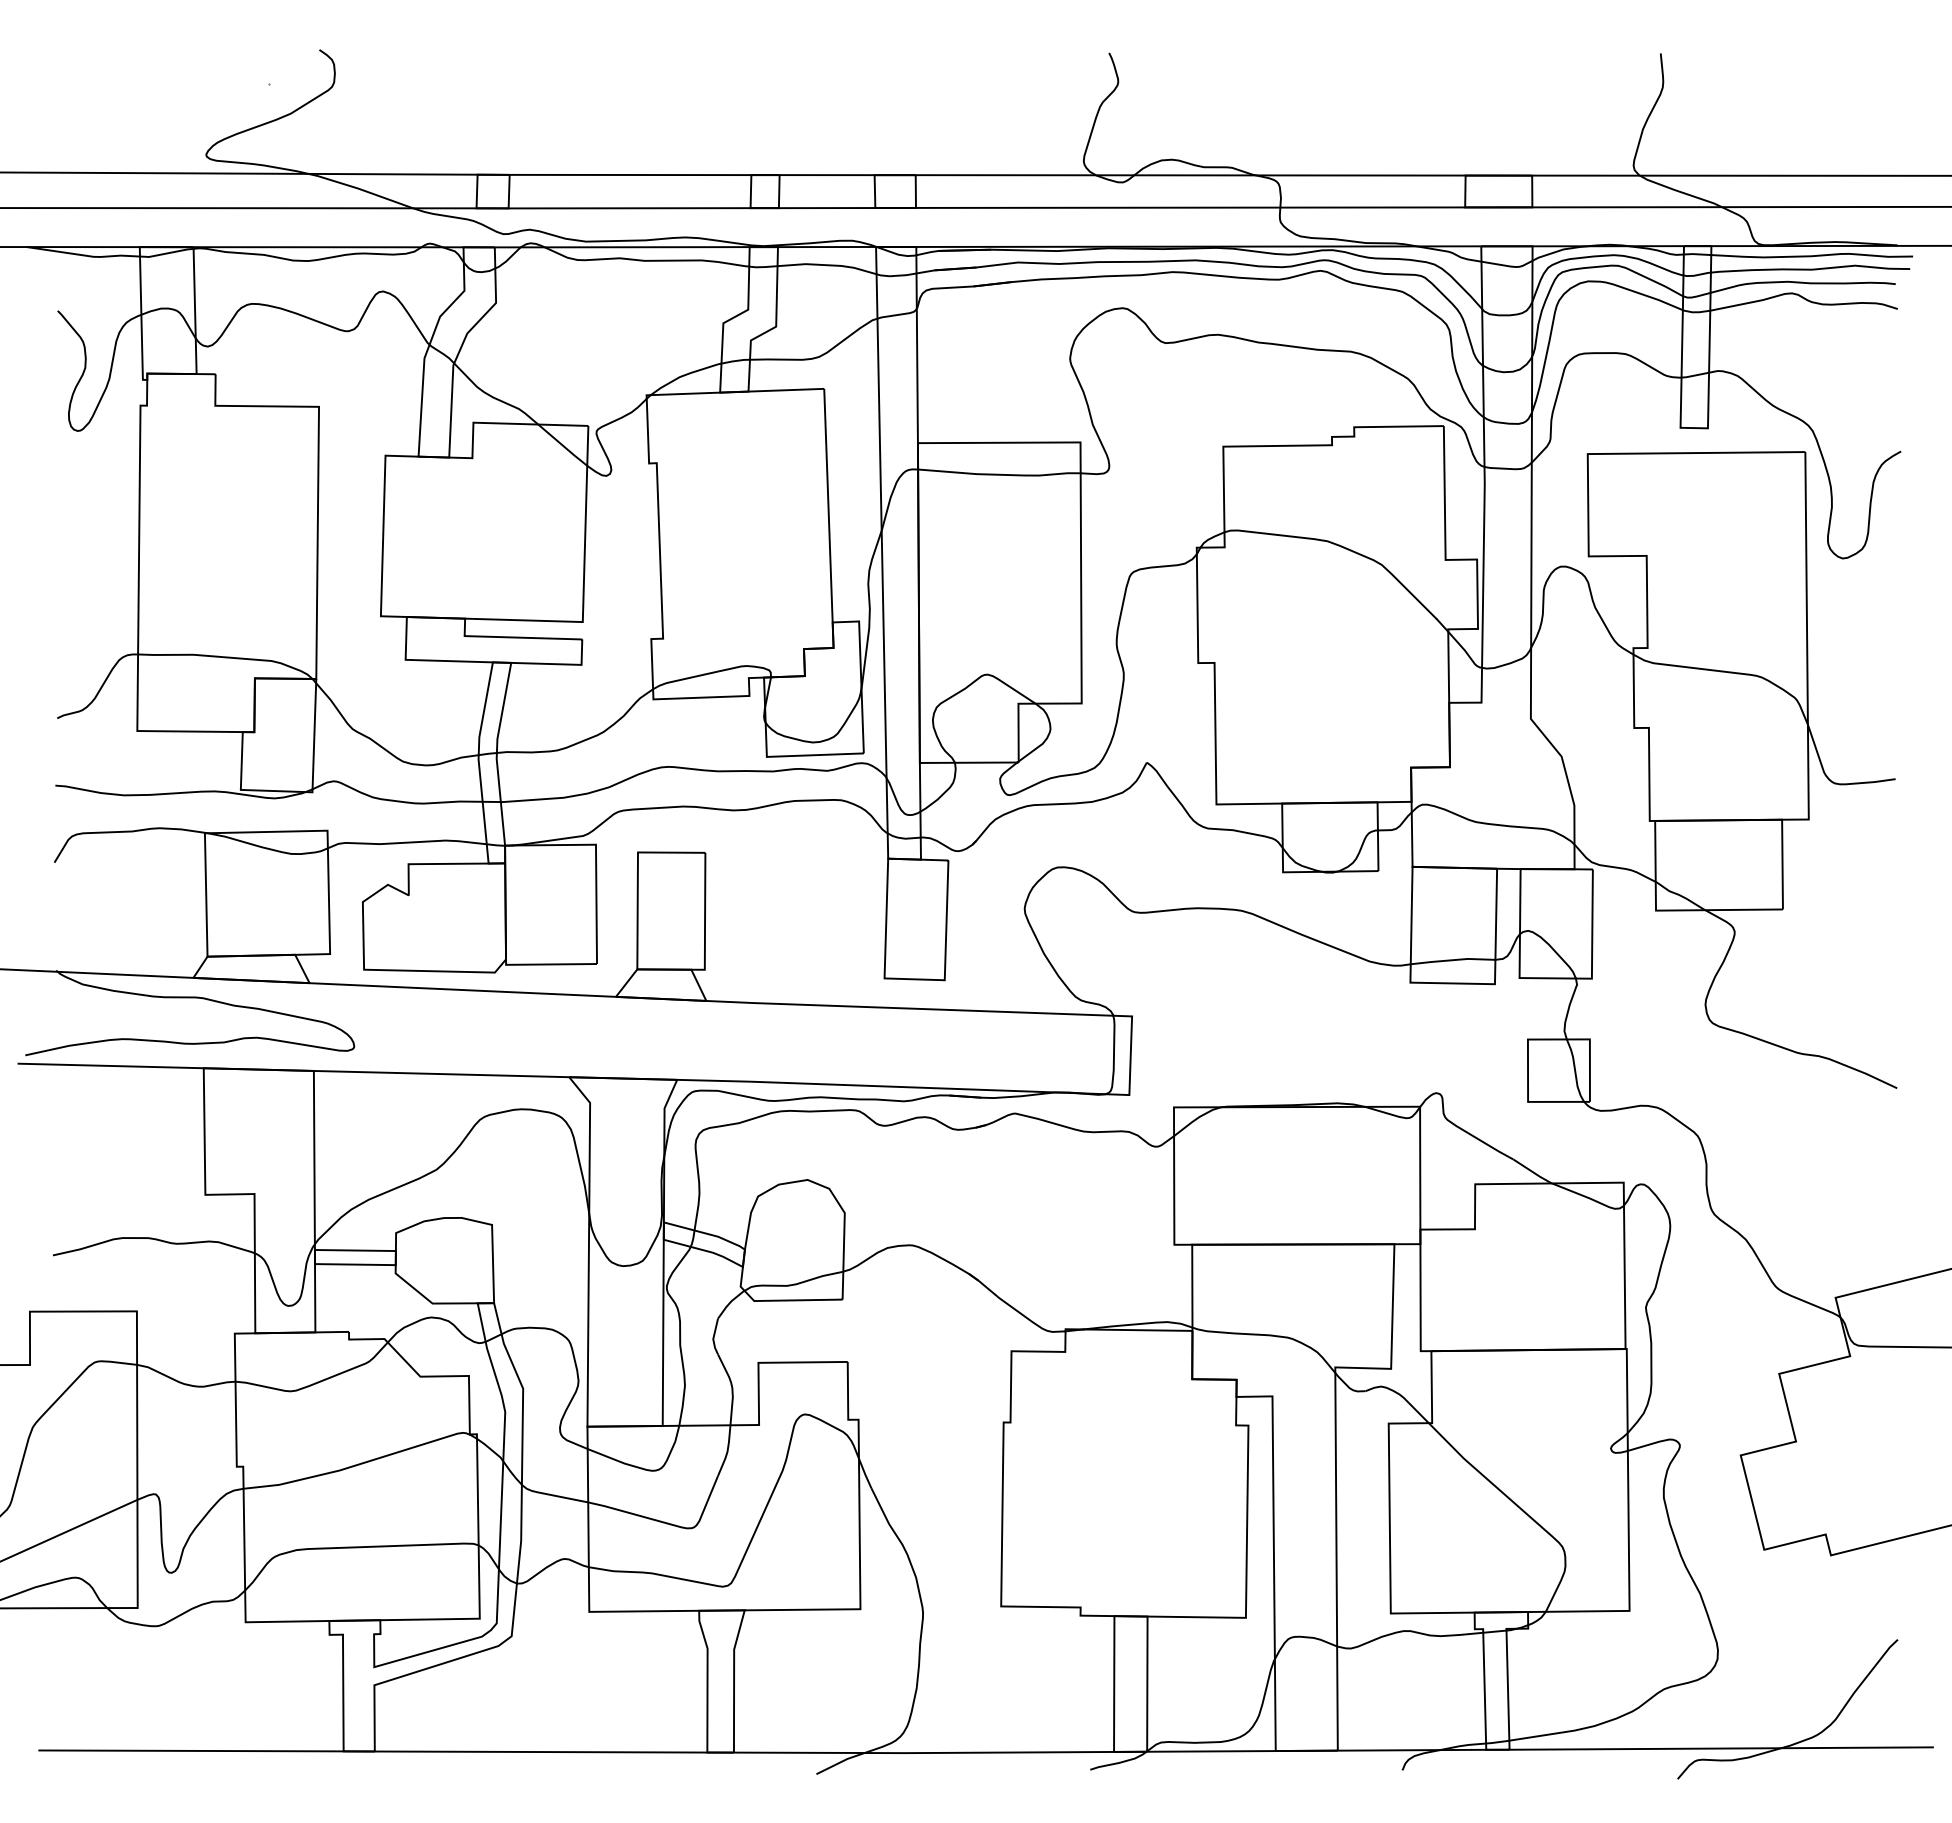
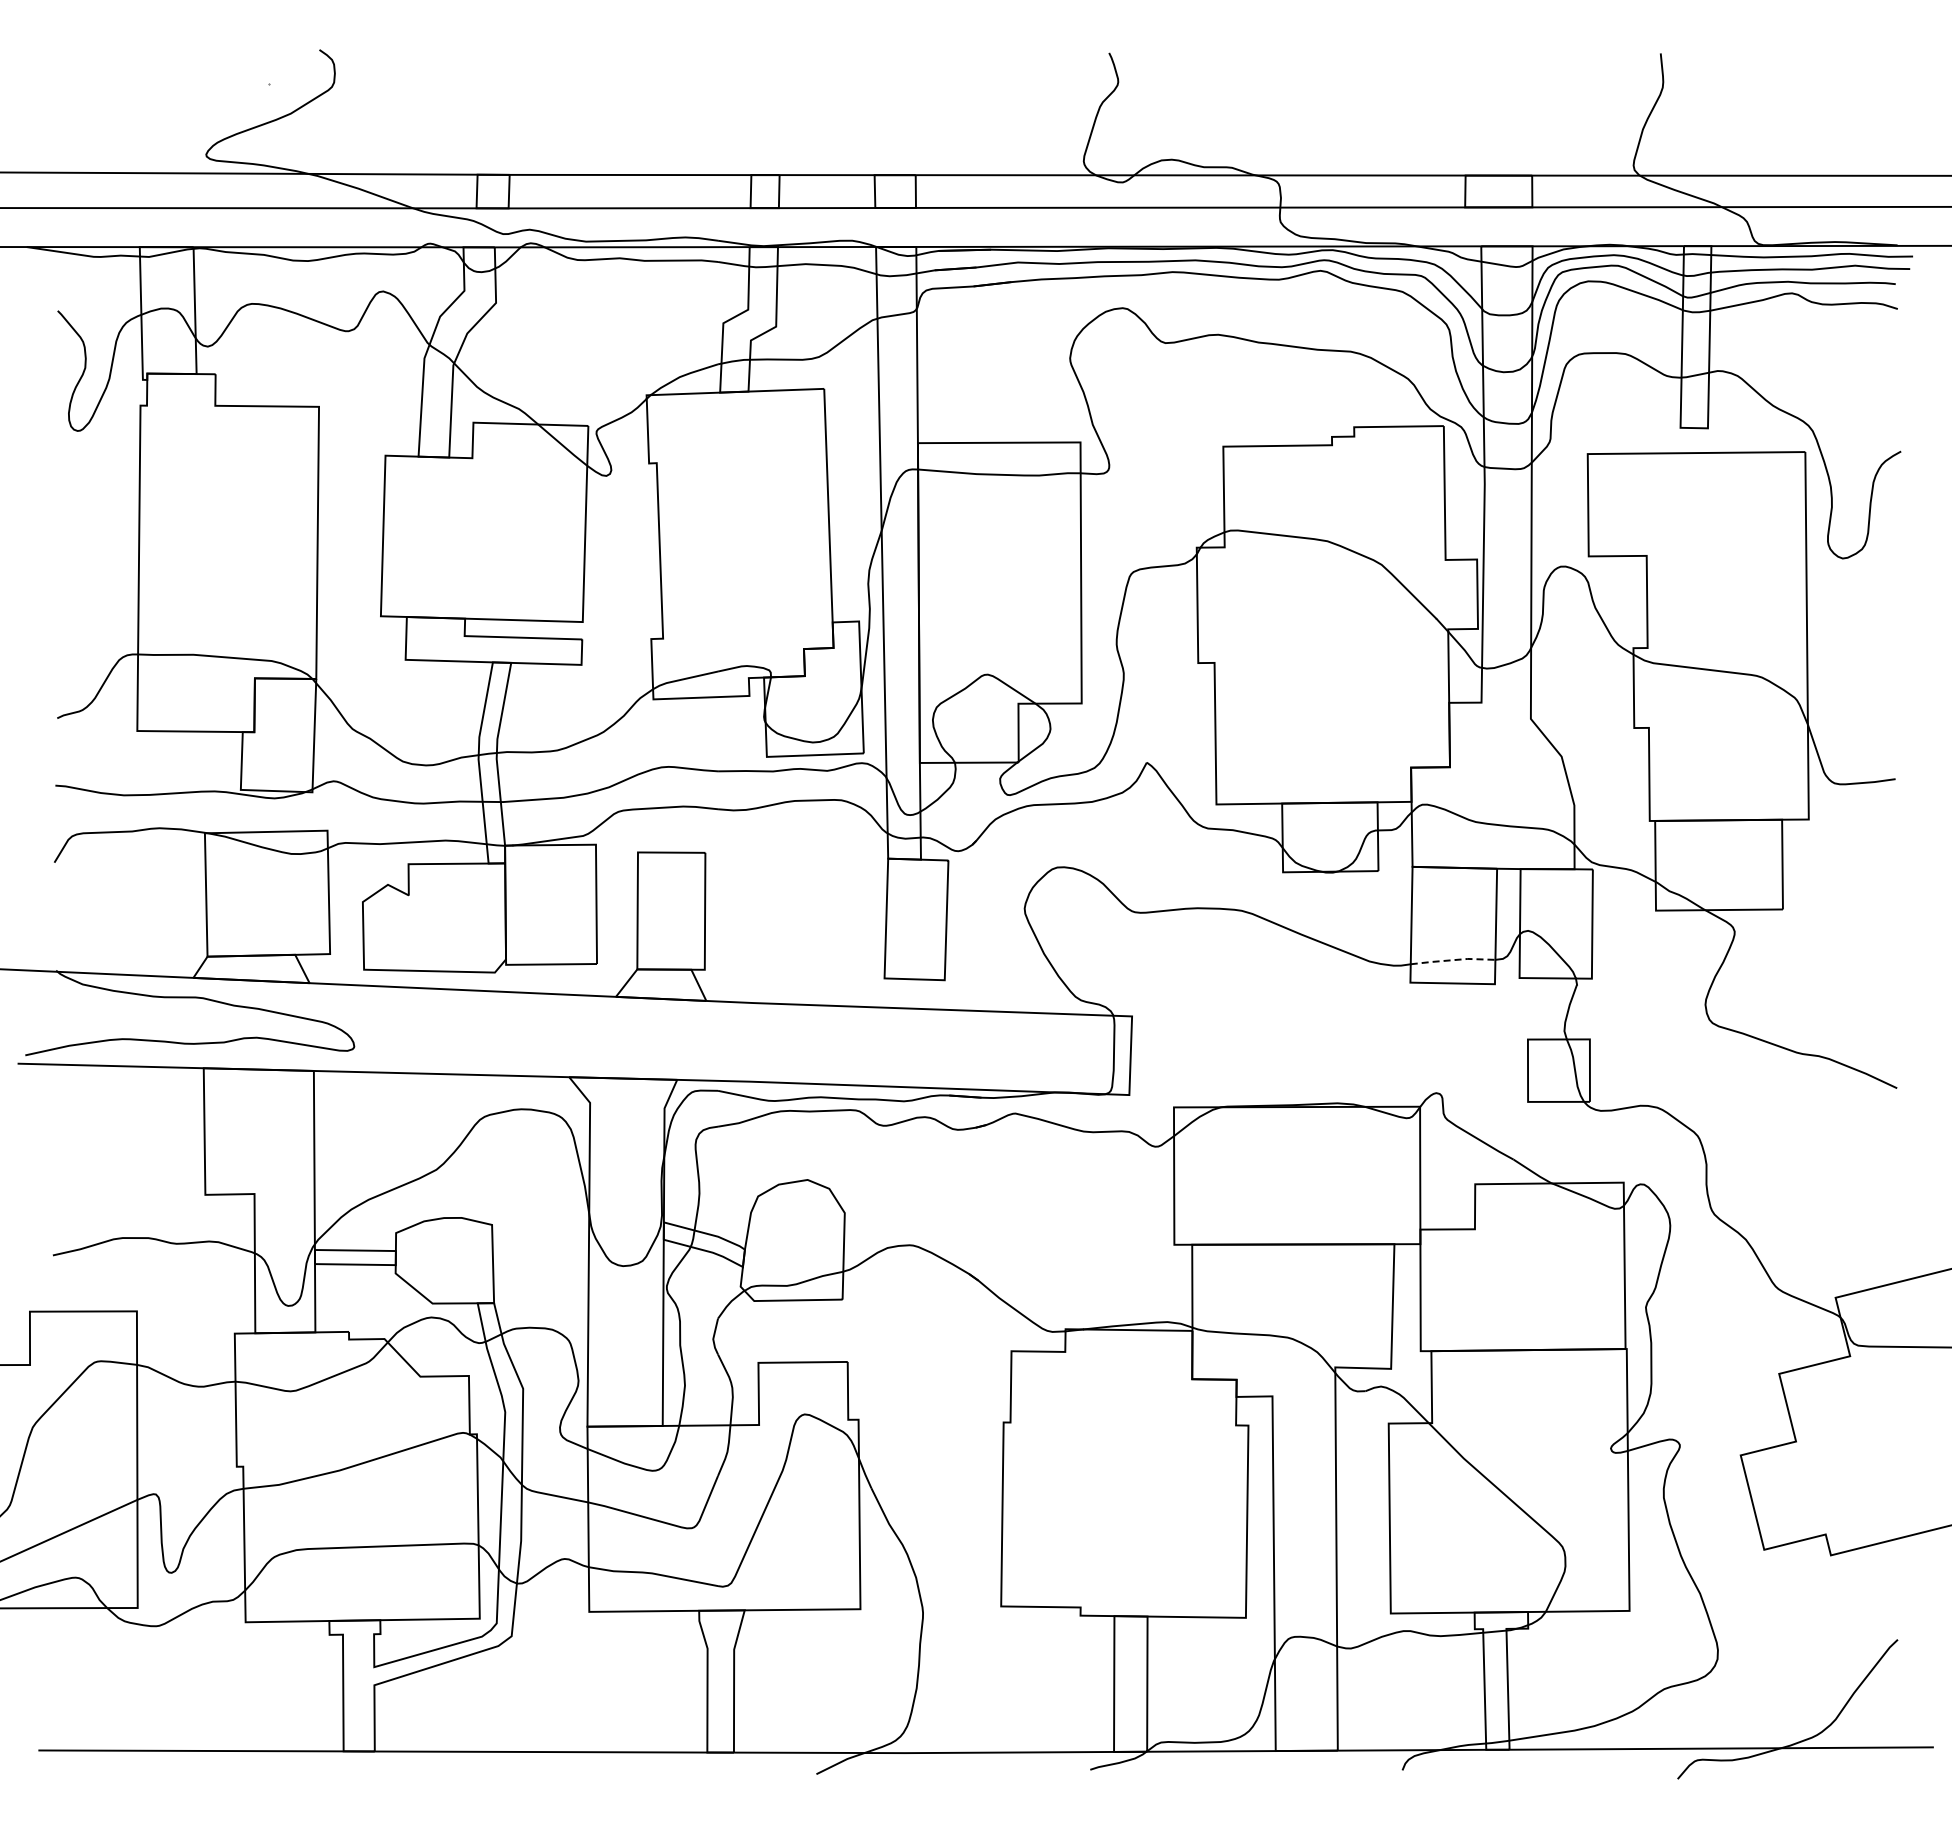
line at (1453, 960): solid -> dashed
